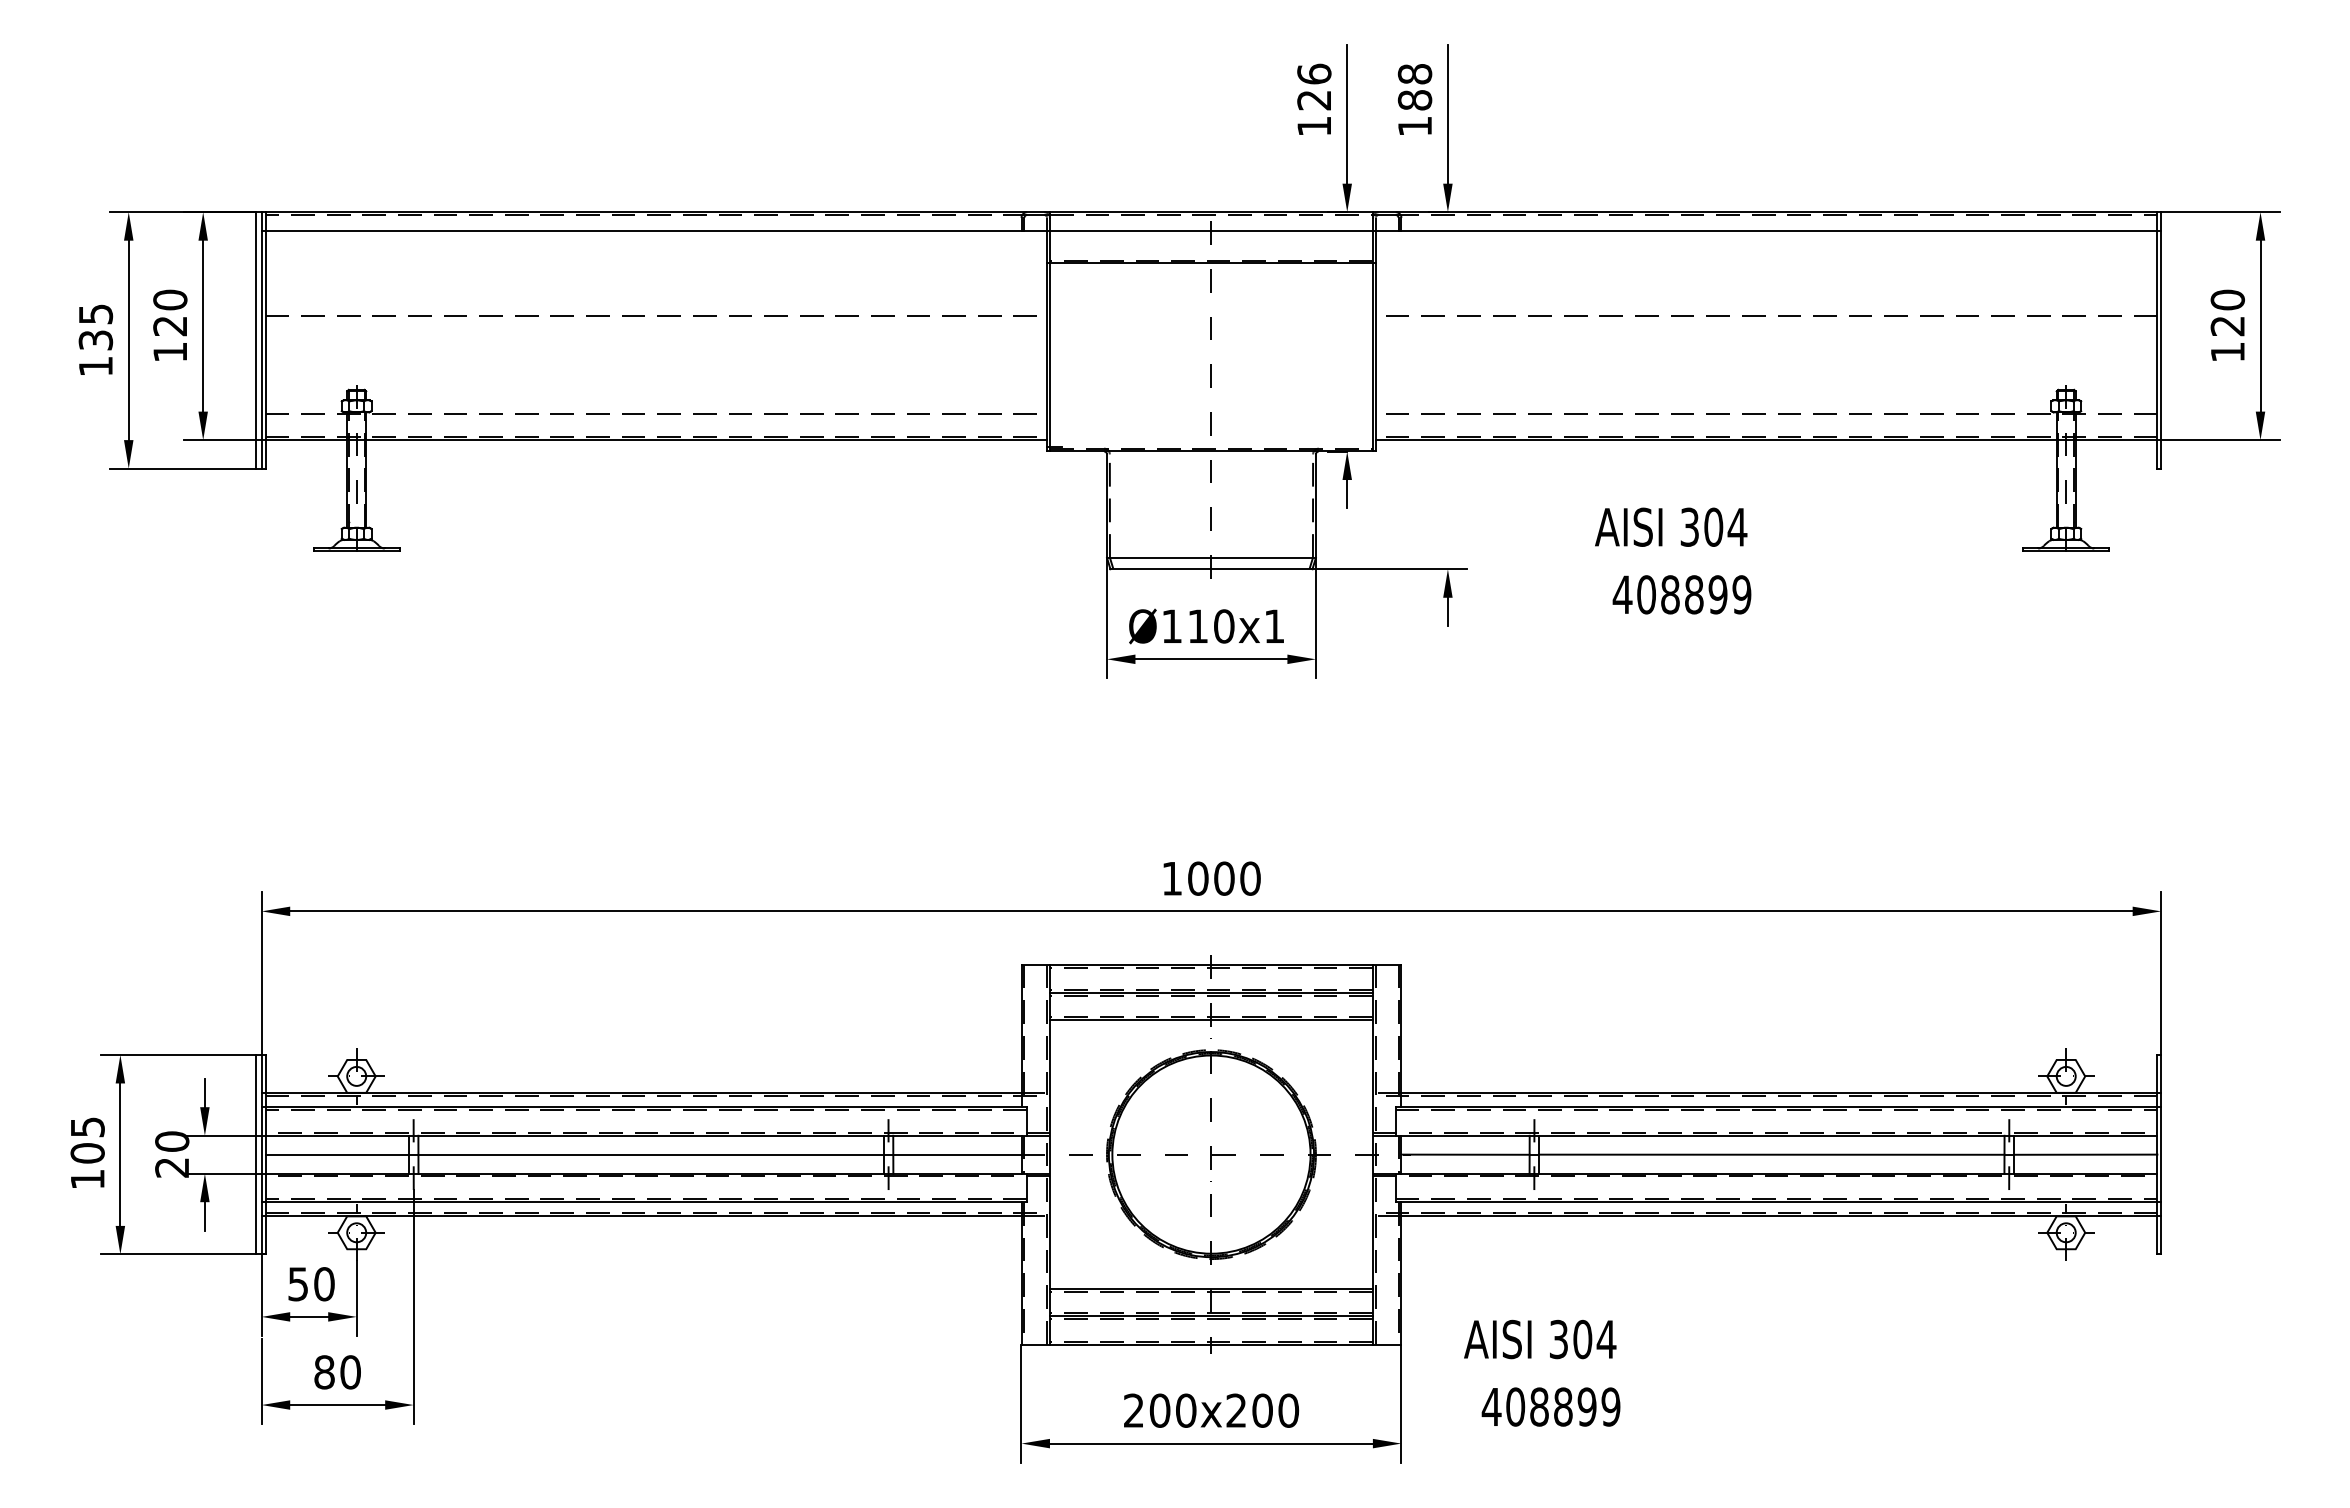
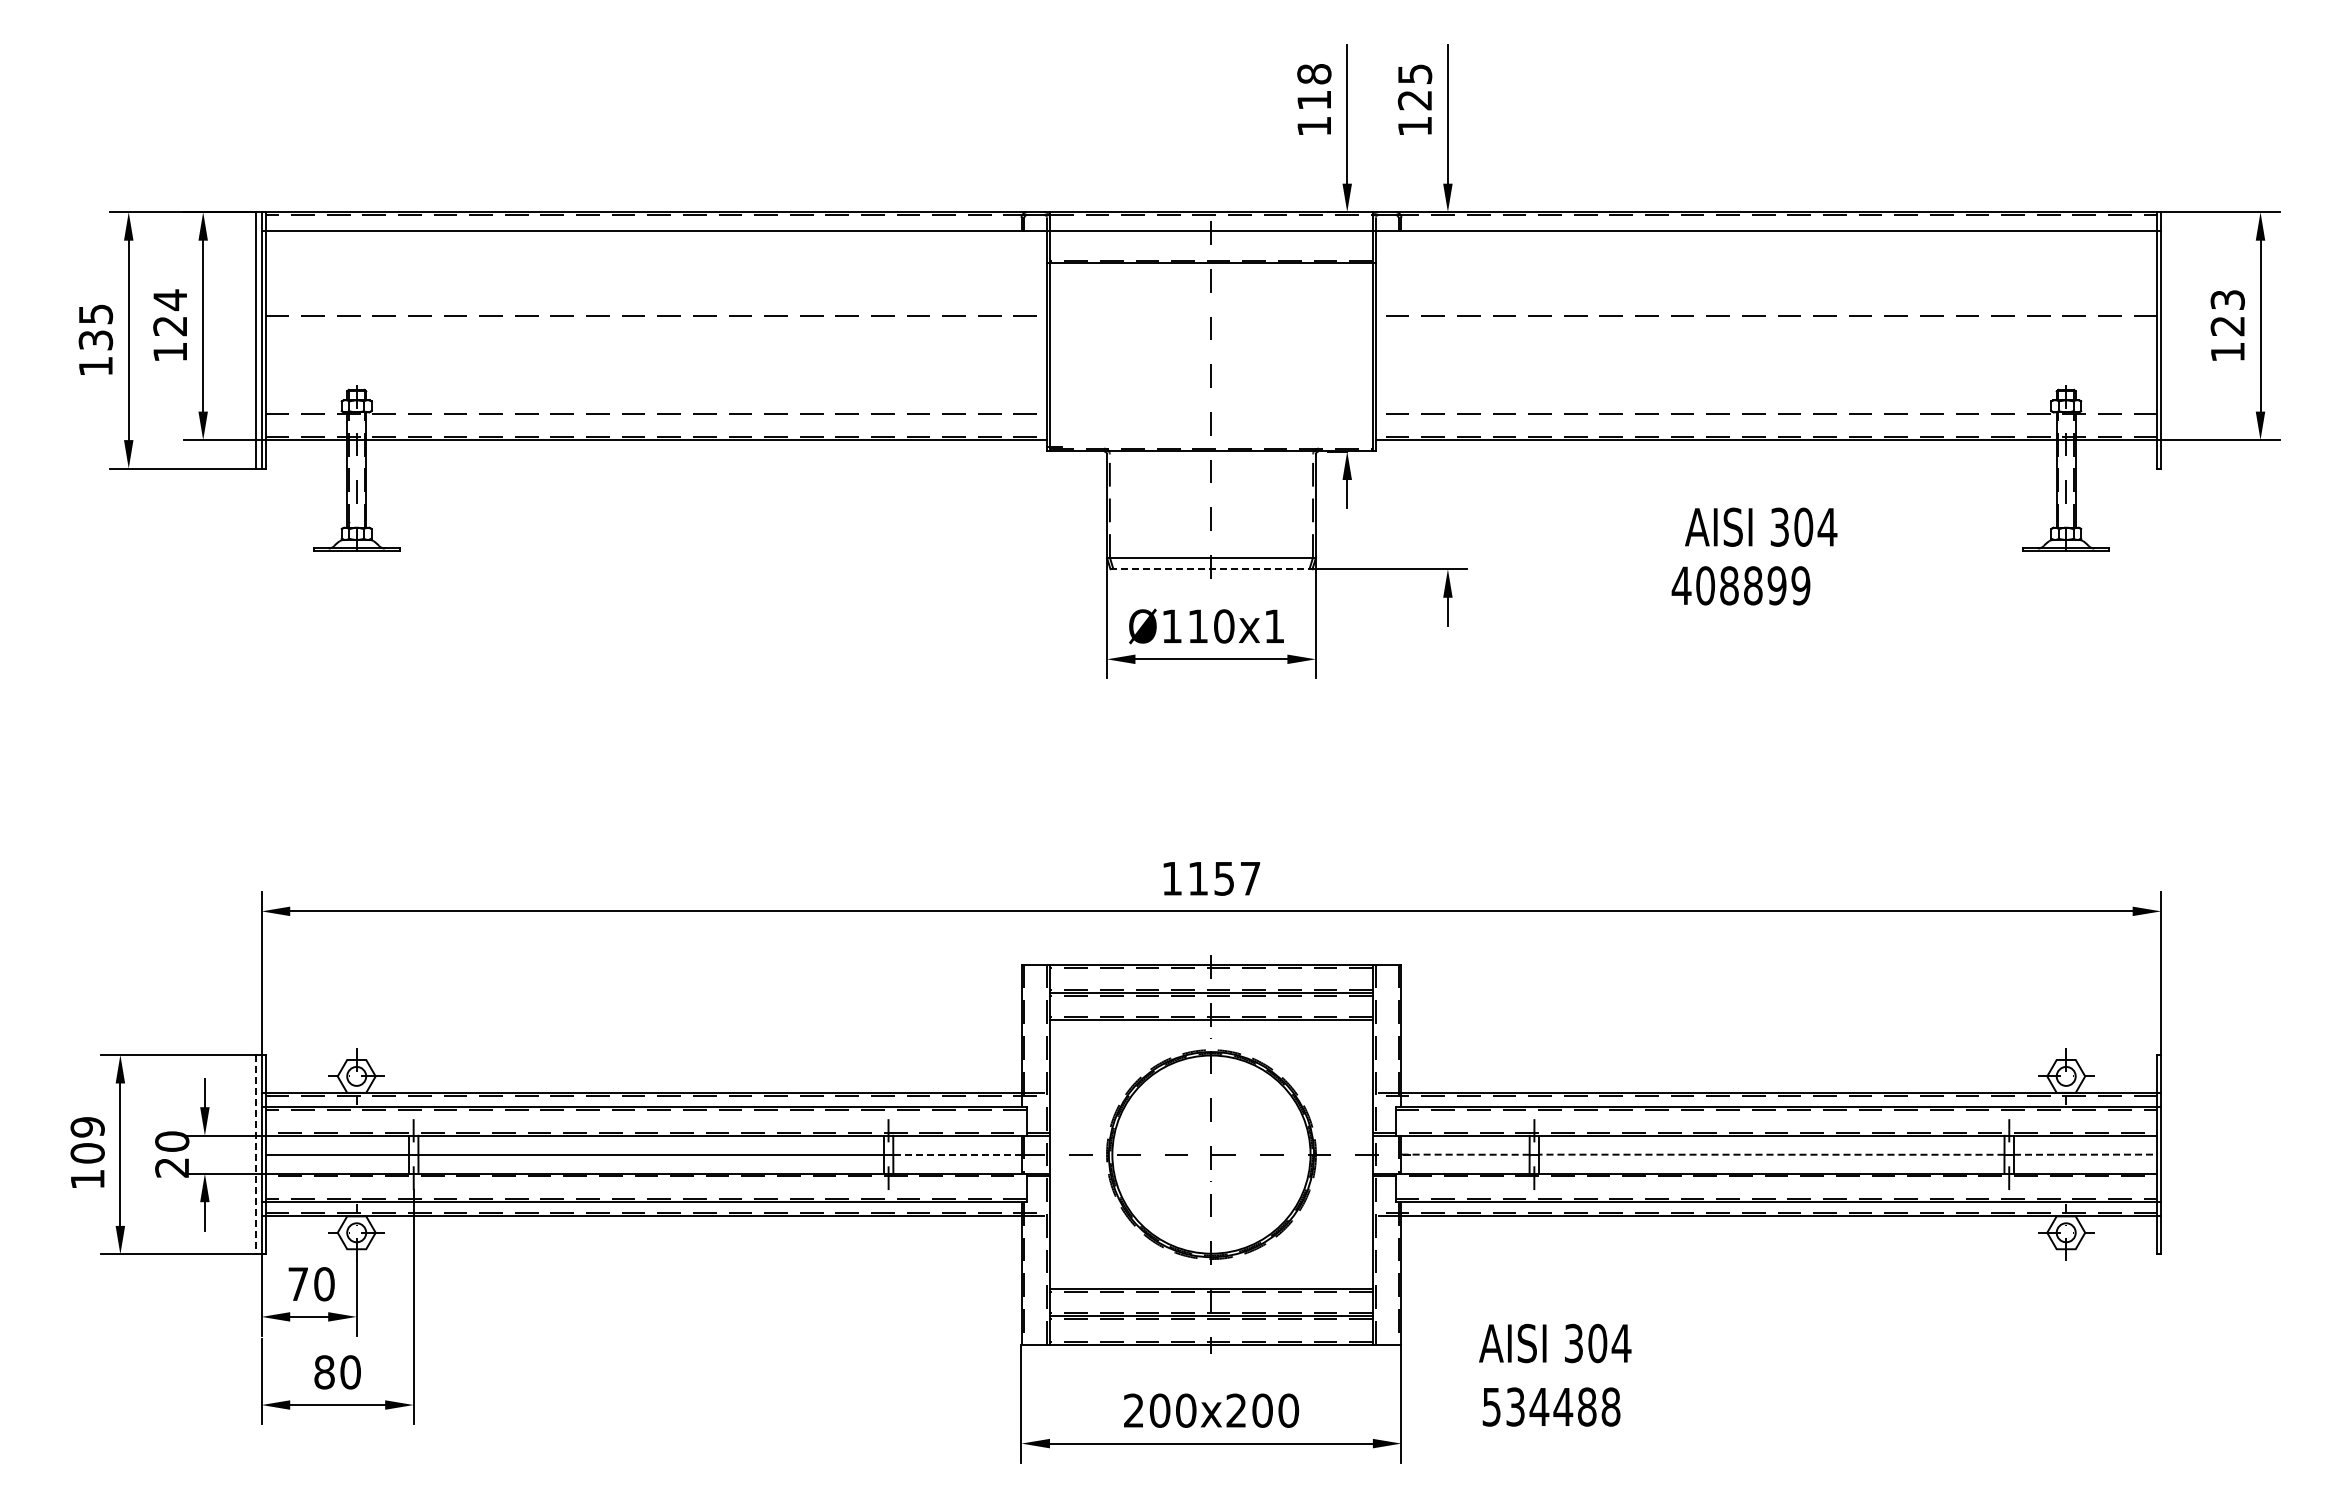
text at (1314, 86): 126 -> 118
text at (1414, 87): 188 -> 125
text at (2227, 299): 120 -> 123
text at (170, 300): 120 -> 124
text at (1671, 526) position: (1671, 526) -> (1761, 526)
line at (1211, 569): solid -> dashed
text at (1681, 594) position: (1681, 594) -> (1740, 585)
text at (1224, 878): 1000 -> 1157
text at (87, 1127): 105 -> 109
line at (256, 1154): solid -> dashed
line at (956, 1154): solid -> dashed
line at (1465, 1154): solid -> dashed
line at (1771, 1154): solid -> dashed
line at (2085, 1154): solid -> dashed
text at (297, 1284): 50 -> 70
text at (1540, 1339) position: (1540, 1339) -> (1555, 1343)
text at (1550, 1406): 408899 -> 534488
